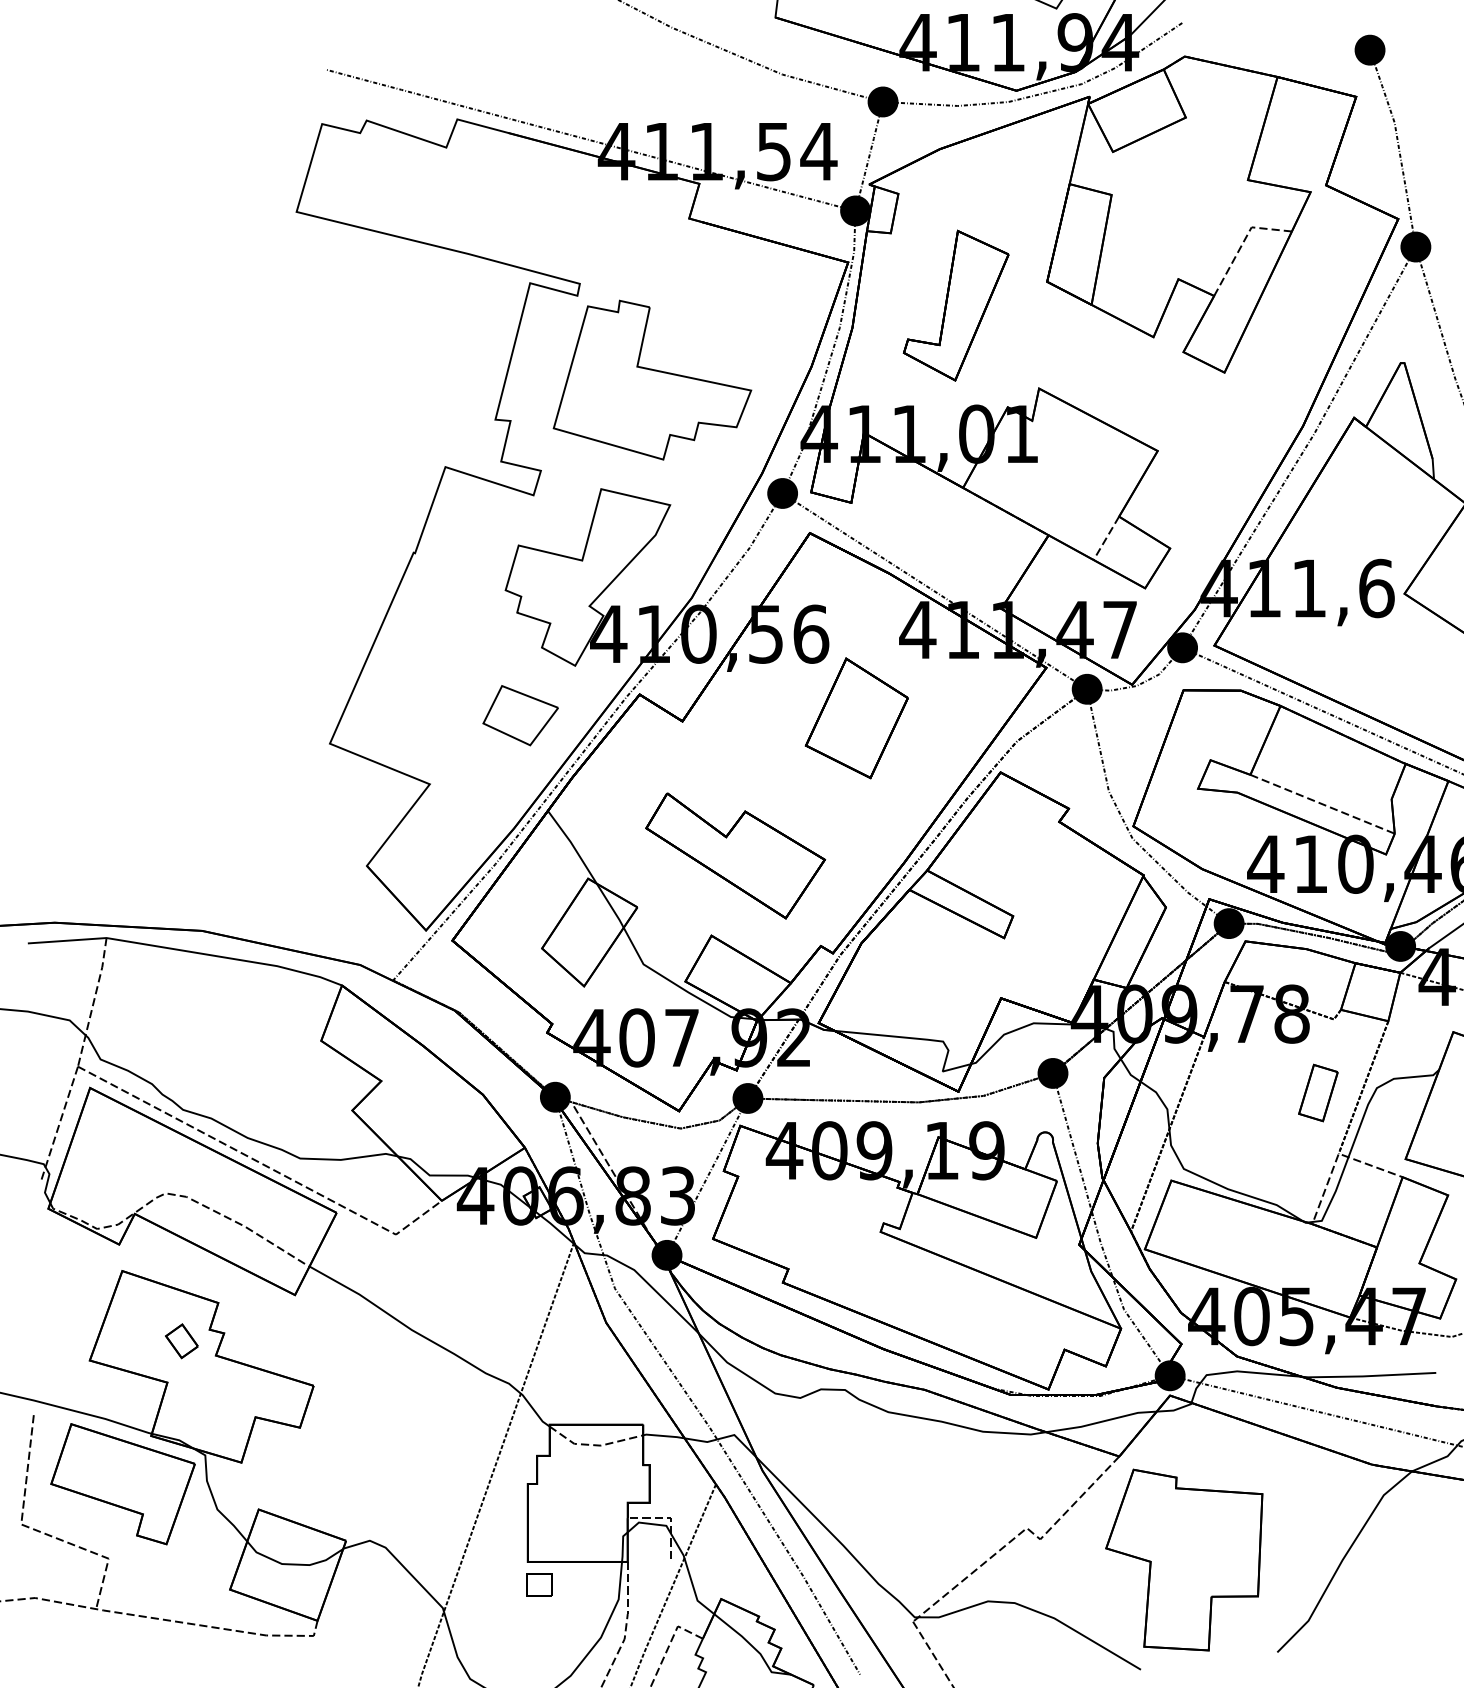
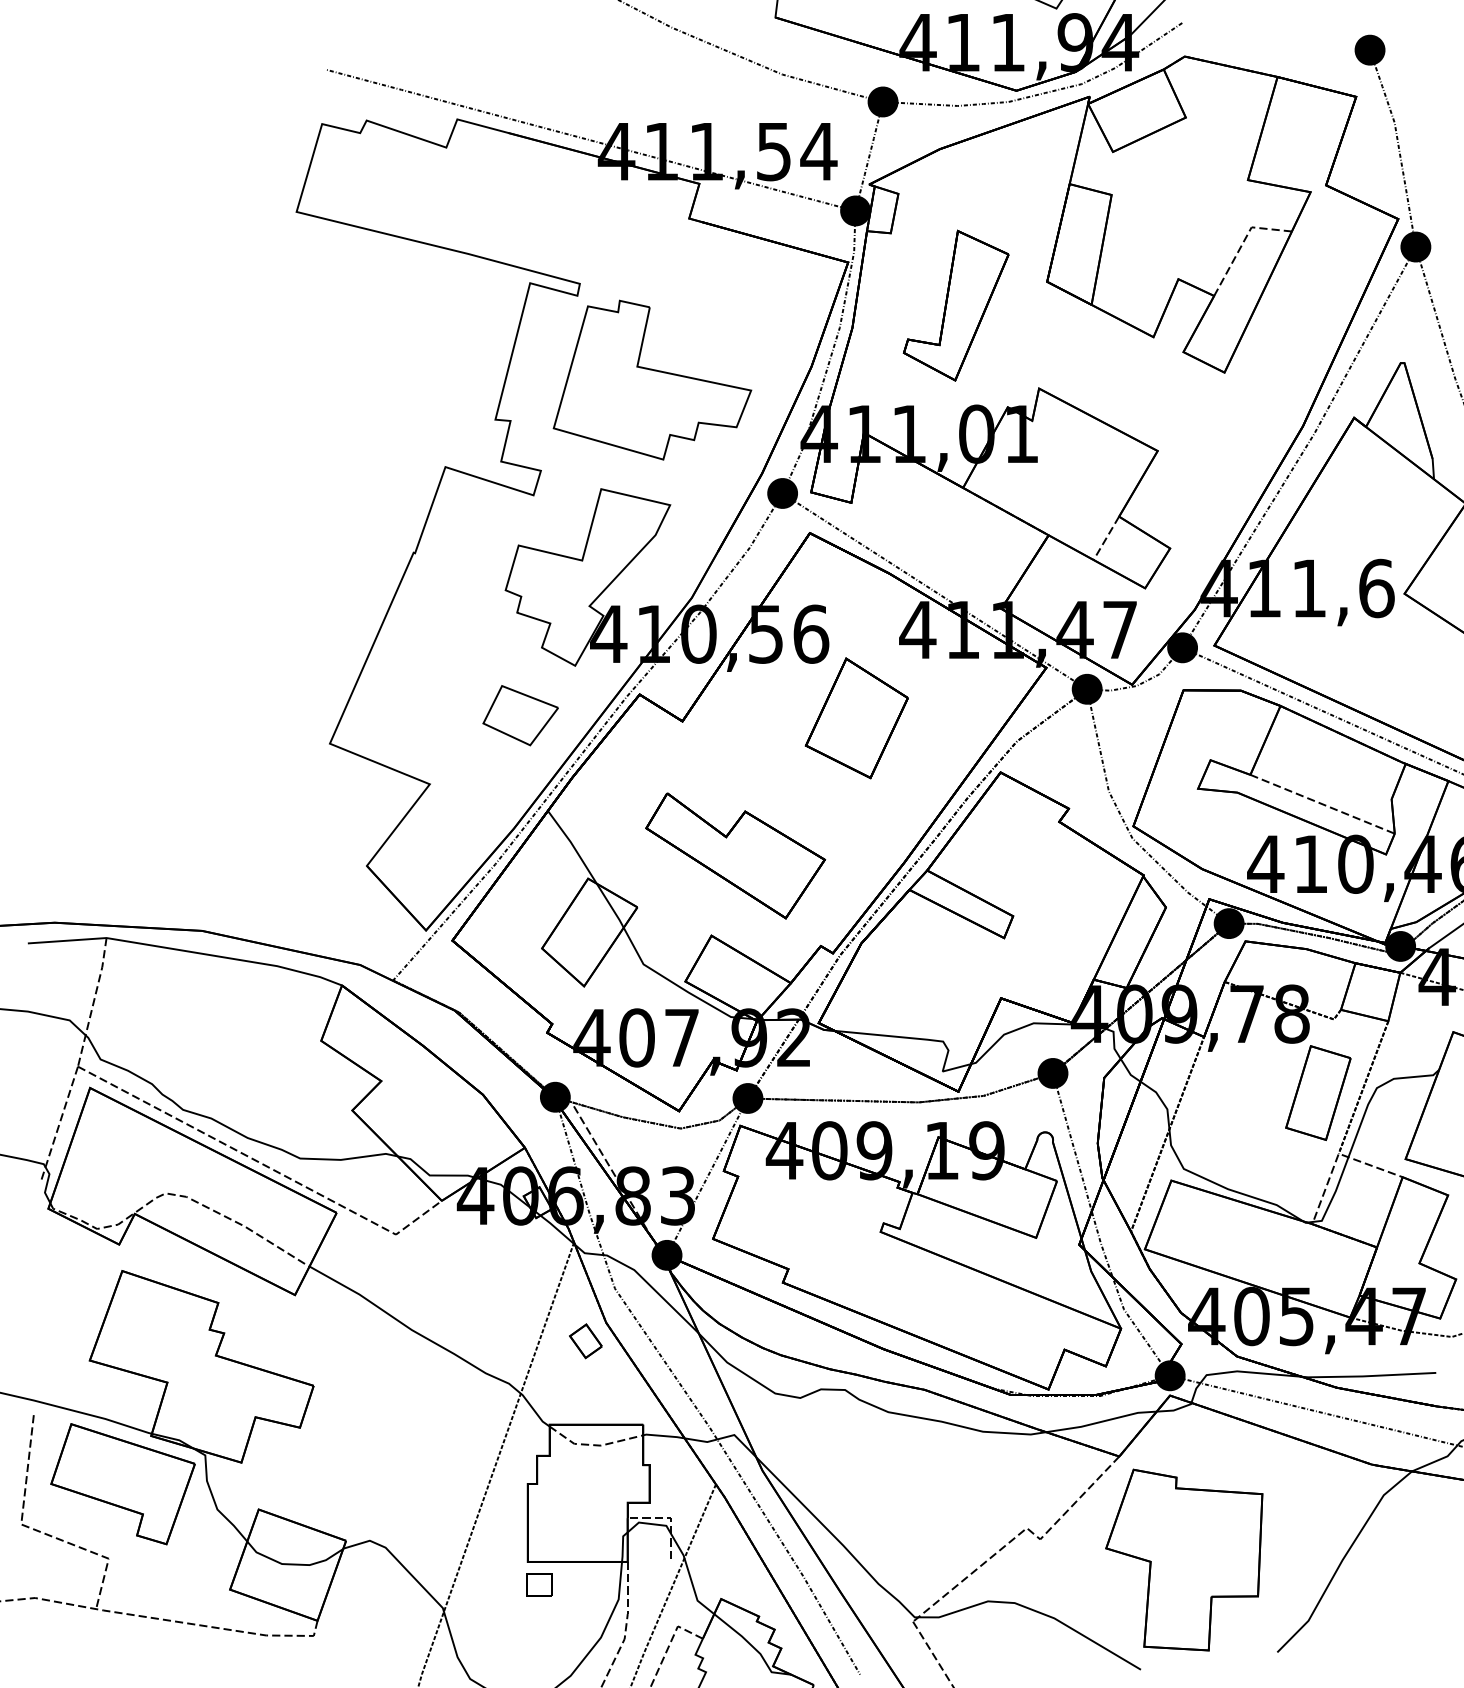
part at (1318, 1092) size: 41x60 px -> 67x96 px
part at (181, 1341) position: (181, 1341) -> (585, 1341)
